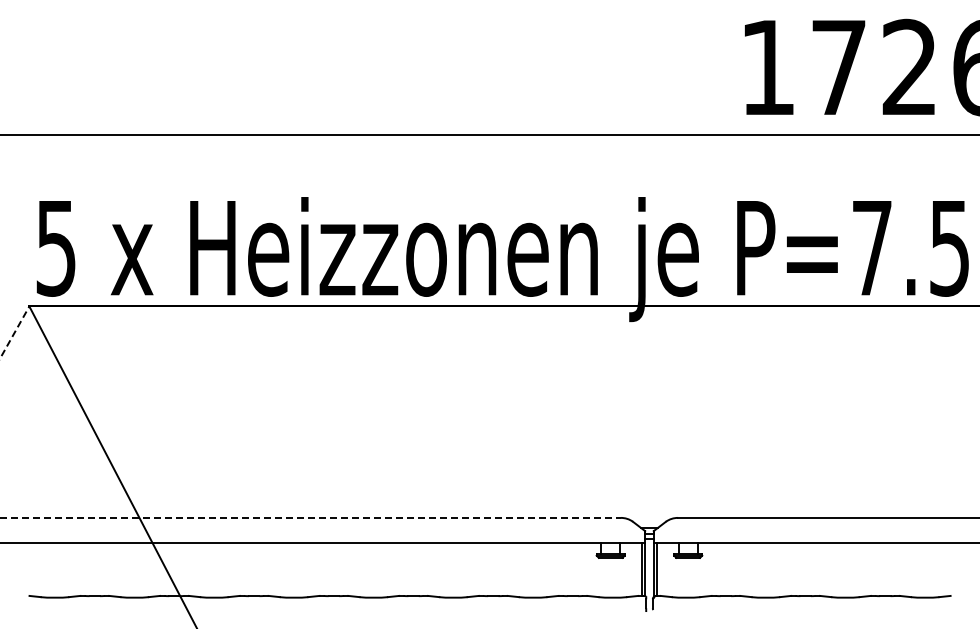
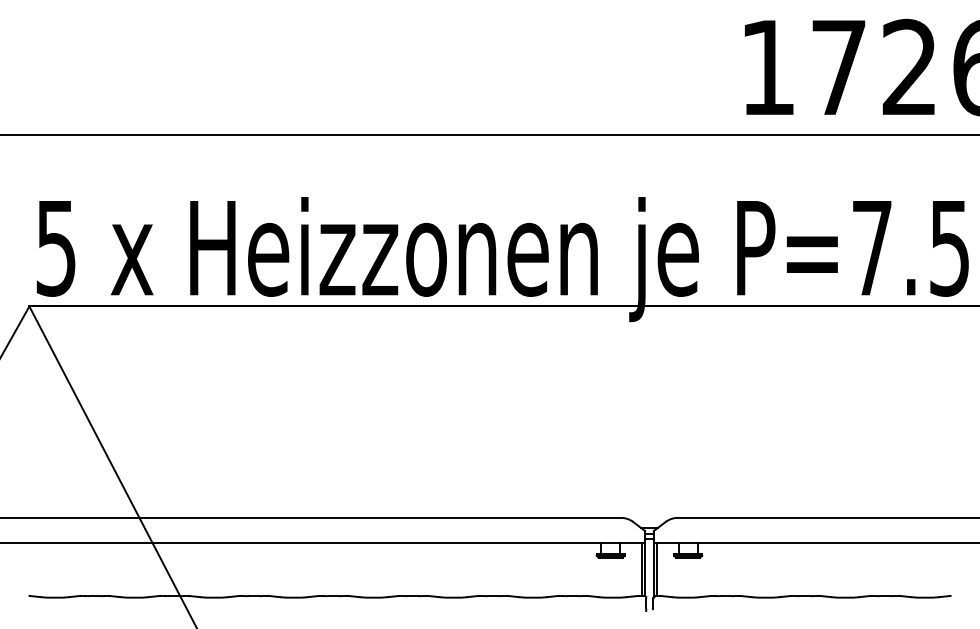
line at (14, 332): dashed -> solid
line at (311, 517): dashed -> solid
